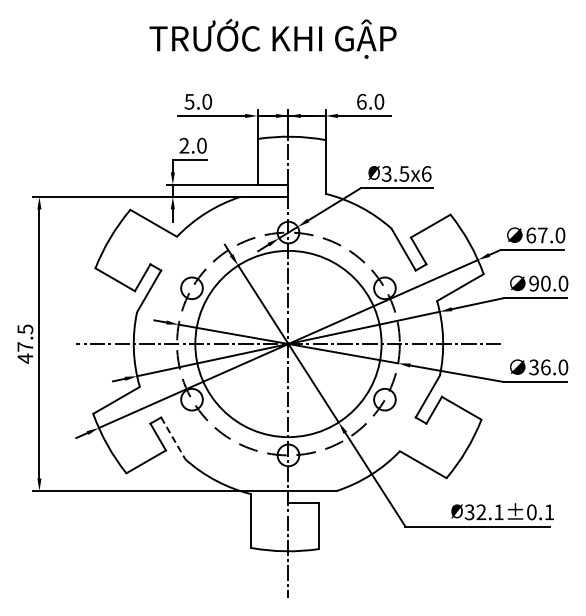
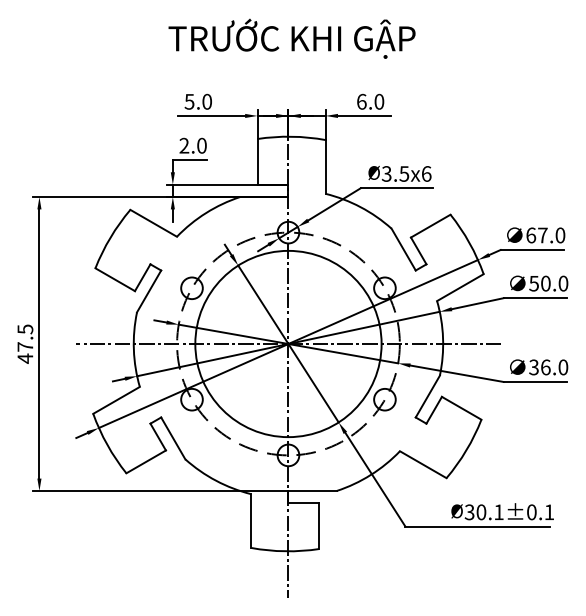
text at (272, 38) position: (272, 38) -> (291, 38)
text at (533, 283): 90.0 -> 50.0
line at (173, 438): dashed -> solid
text at (481, 512): 32.1±0.1 -> 30.1±0.1
